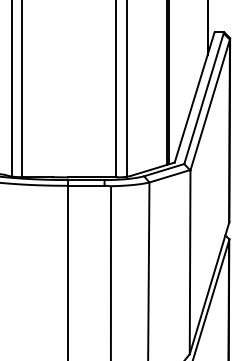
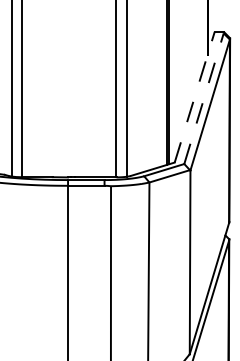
line at (194, 96): solid -> dashed
line at (204, 98): solid -> dashed
